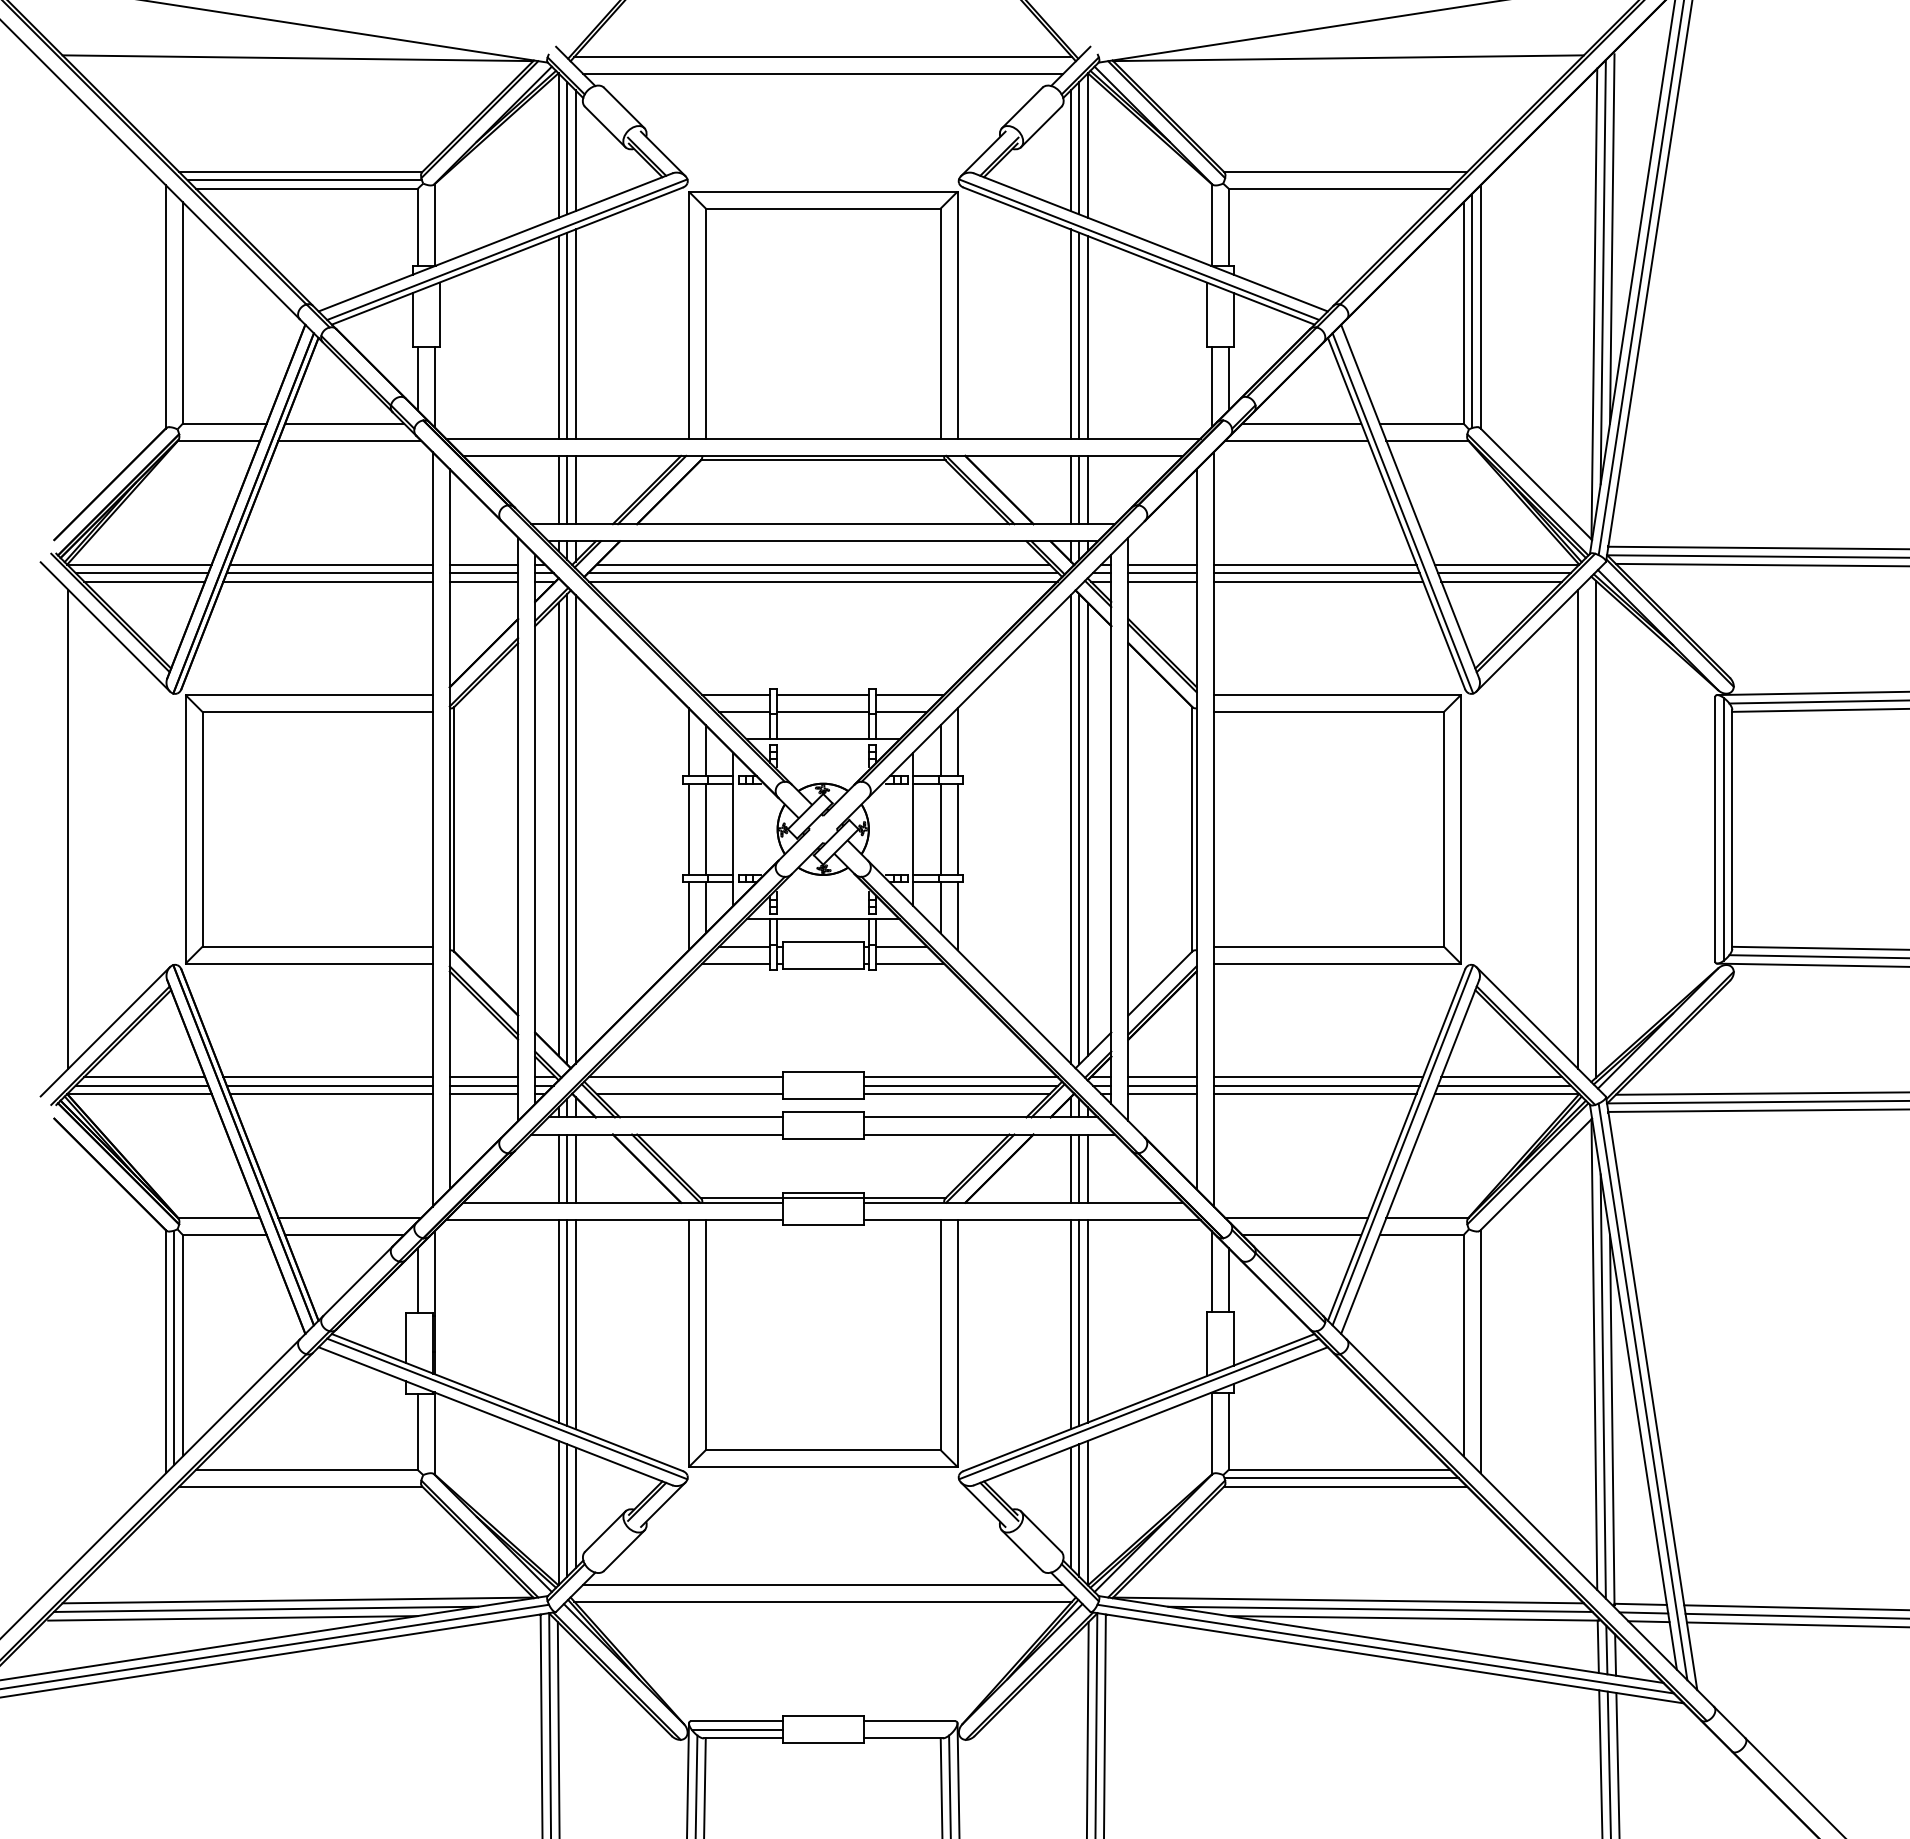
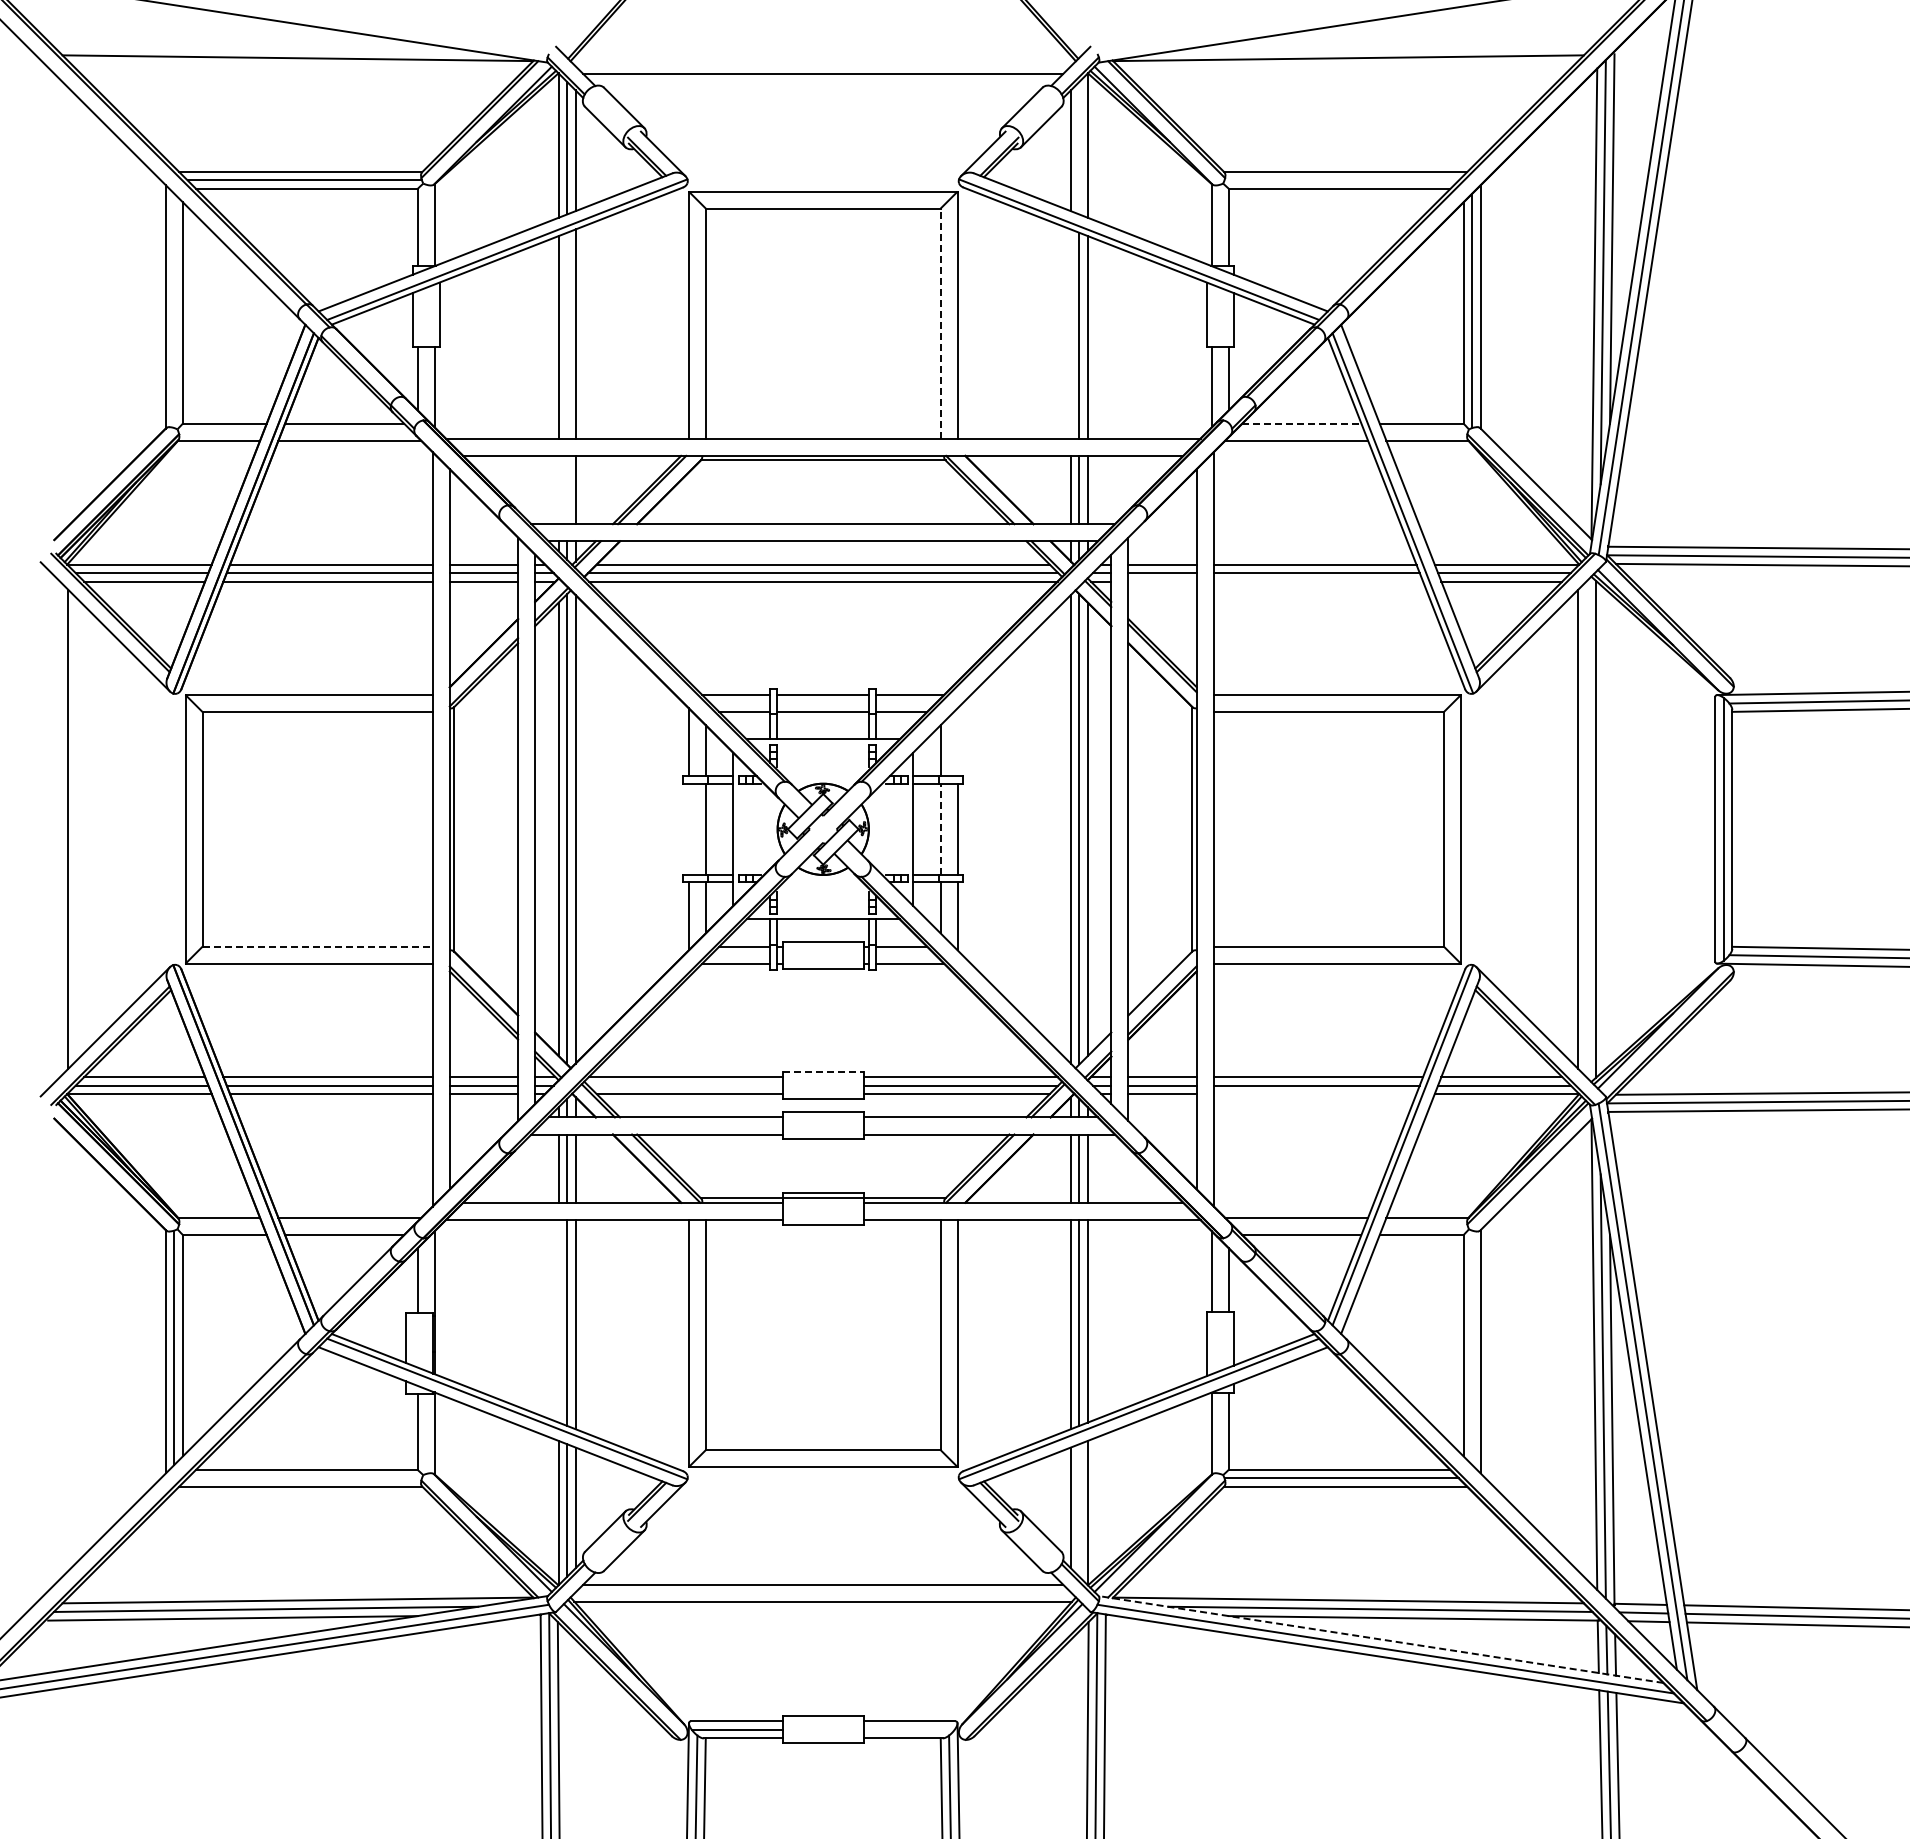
line at (823, 57): present -> none
line at (1079, 147): present -> none
line at (940, 323): solid -> dashed
line at (1070, 333): present -> none
line at (567, 335): present -> none
line at (1301, 423): solid -> dashed
line at (558, 489): present -> none
line at (567, 489): present -> none
line at (1162, 581): present -> none
line at (1318, 581): present -> none
line at (957, 742): present -> none
line at (688, 829): present -> none
line at (940, 829): solid -> dashed
line at (318, 946): solid -> dashed
line at (823, 1072): solid -> dashed
line at (1314, 1094): present -> none
line at (558, 1320): present -> none
line at (1079, 1510): present -> none
line at (1381, 1639): solid -> dashed
